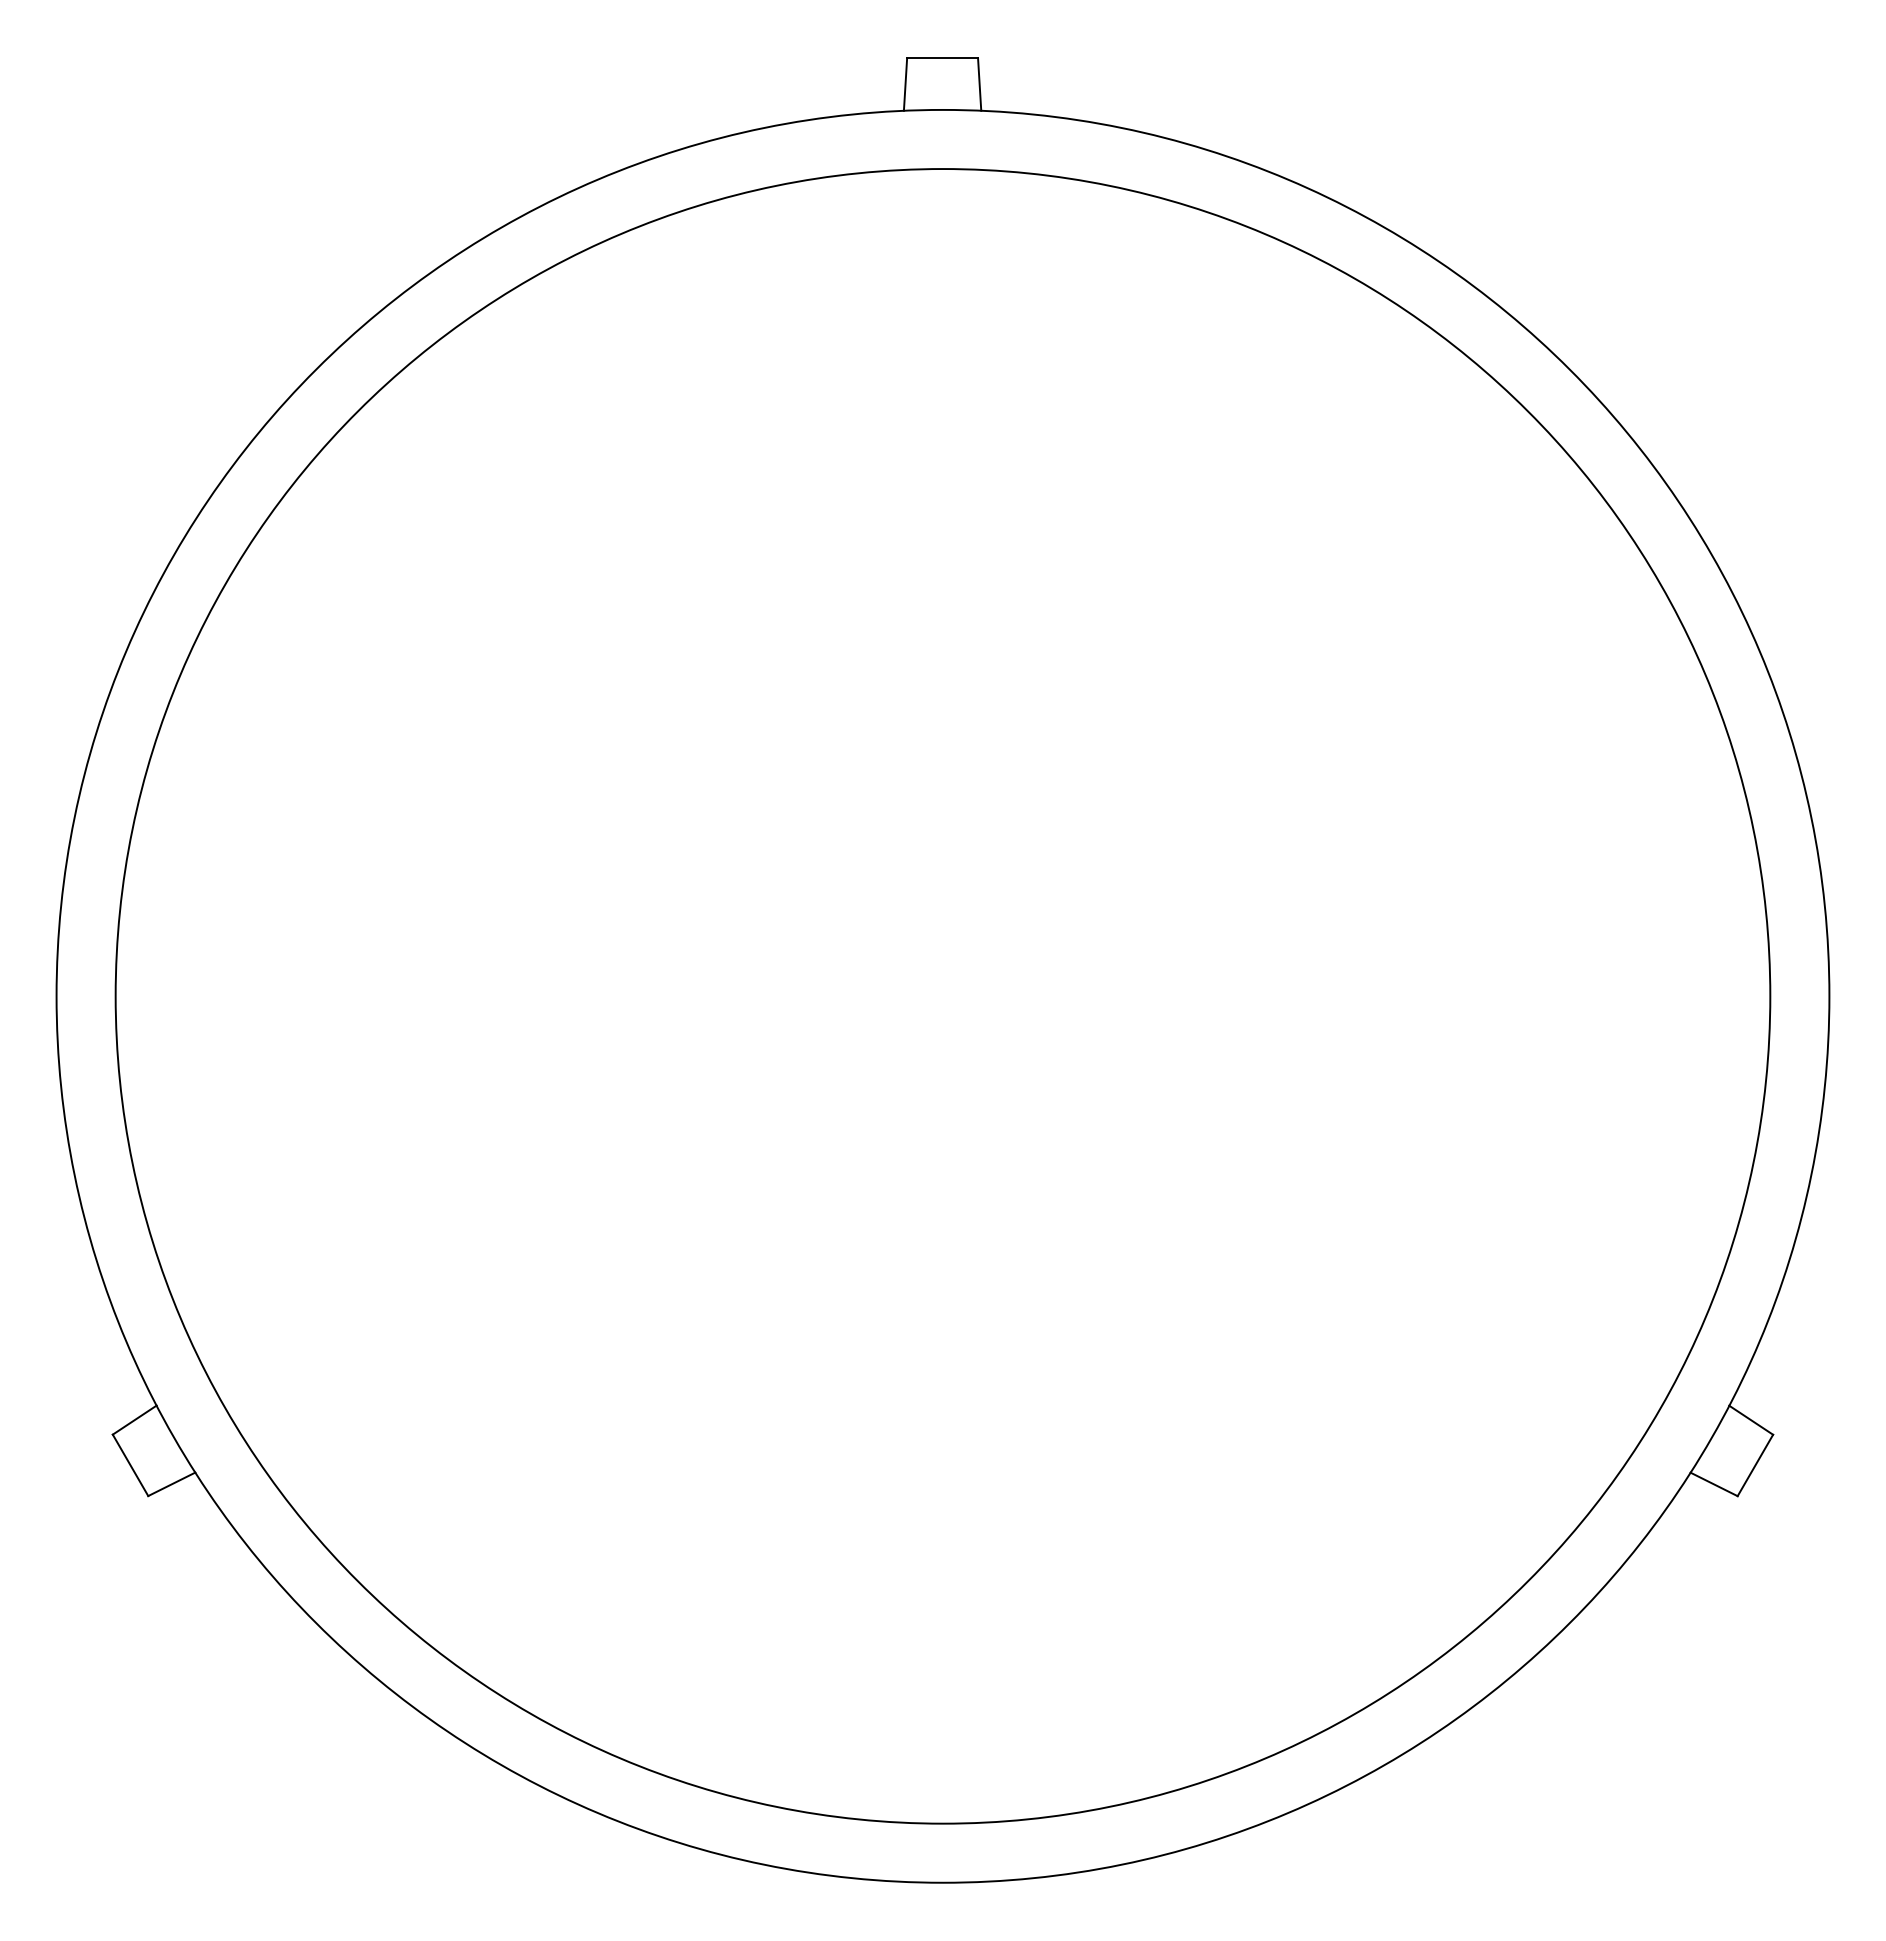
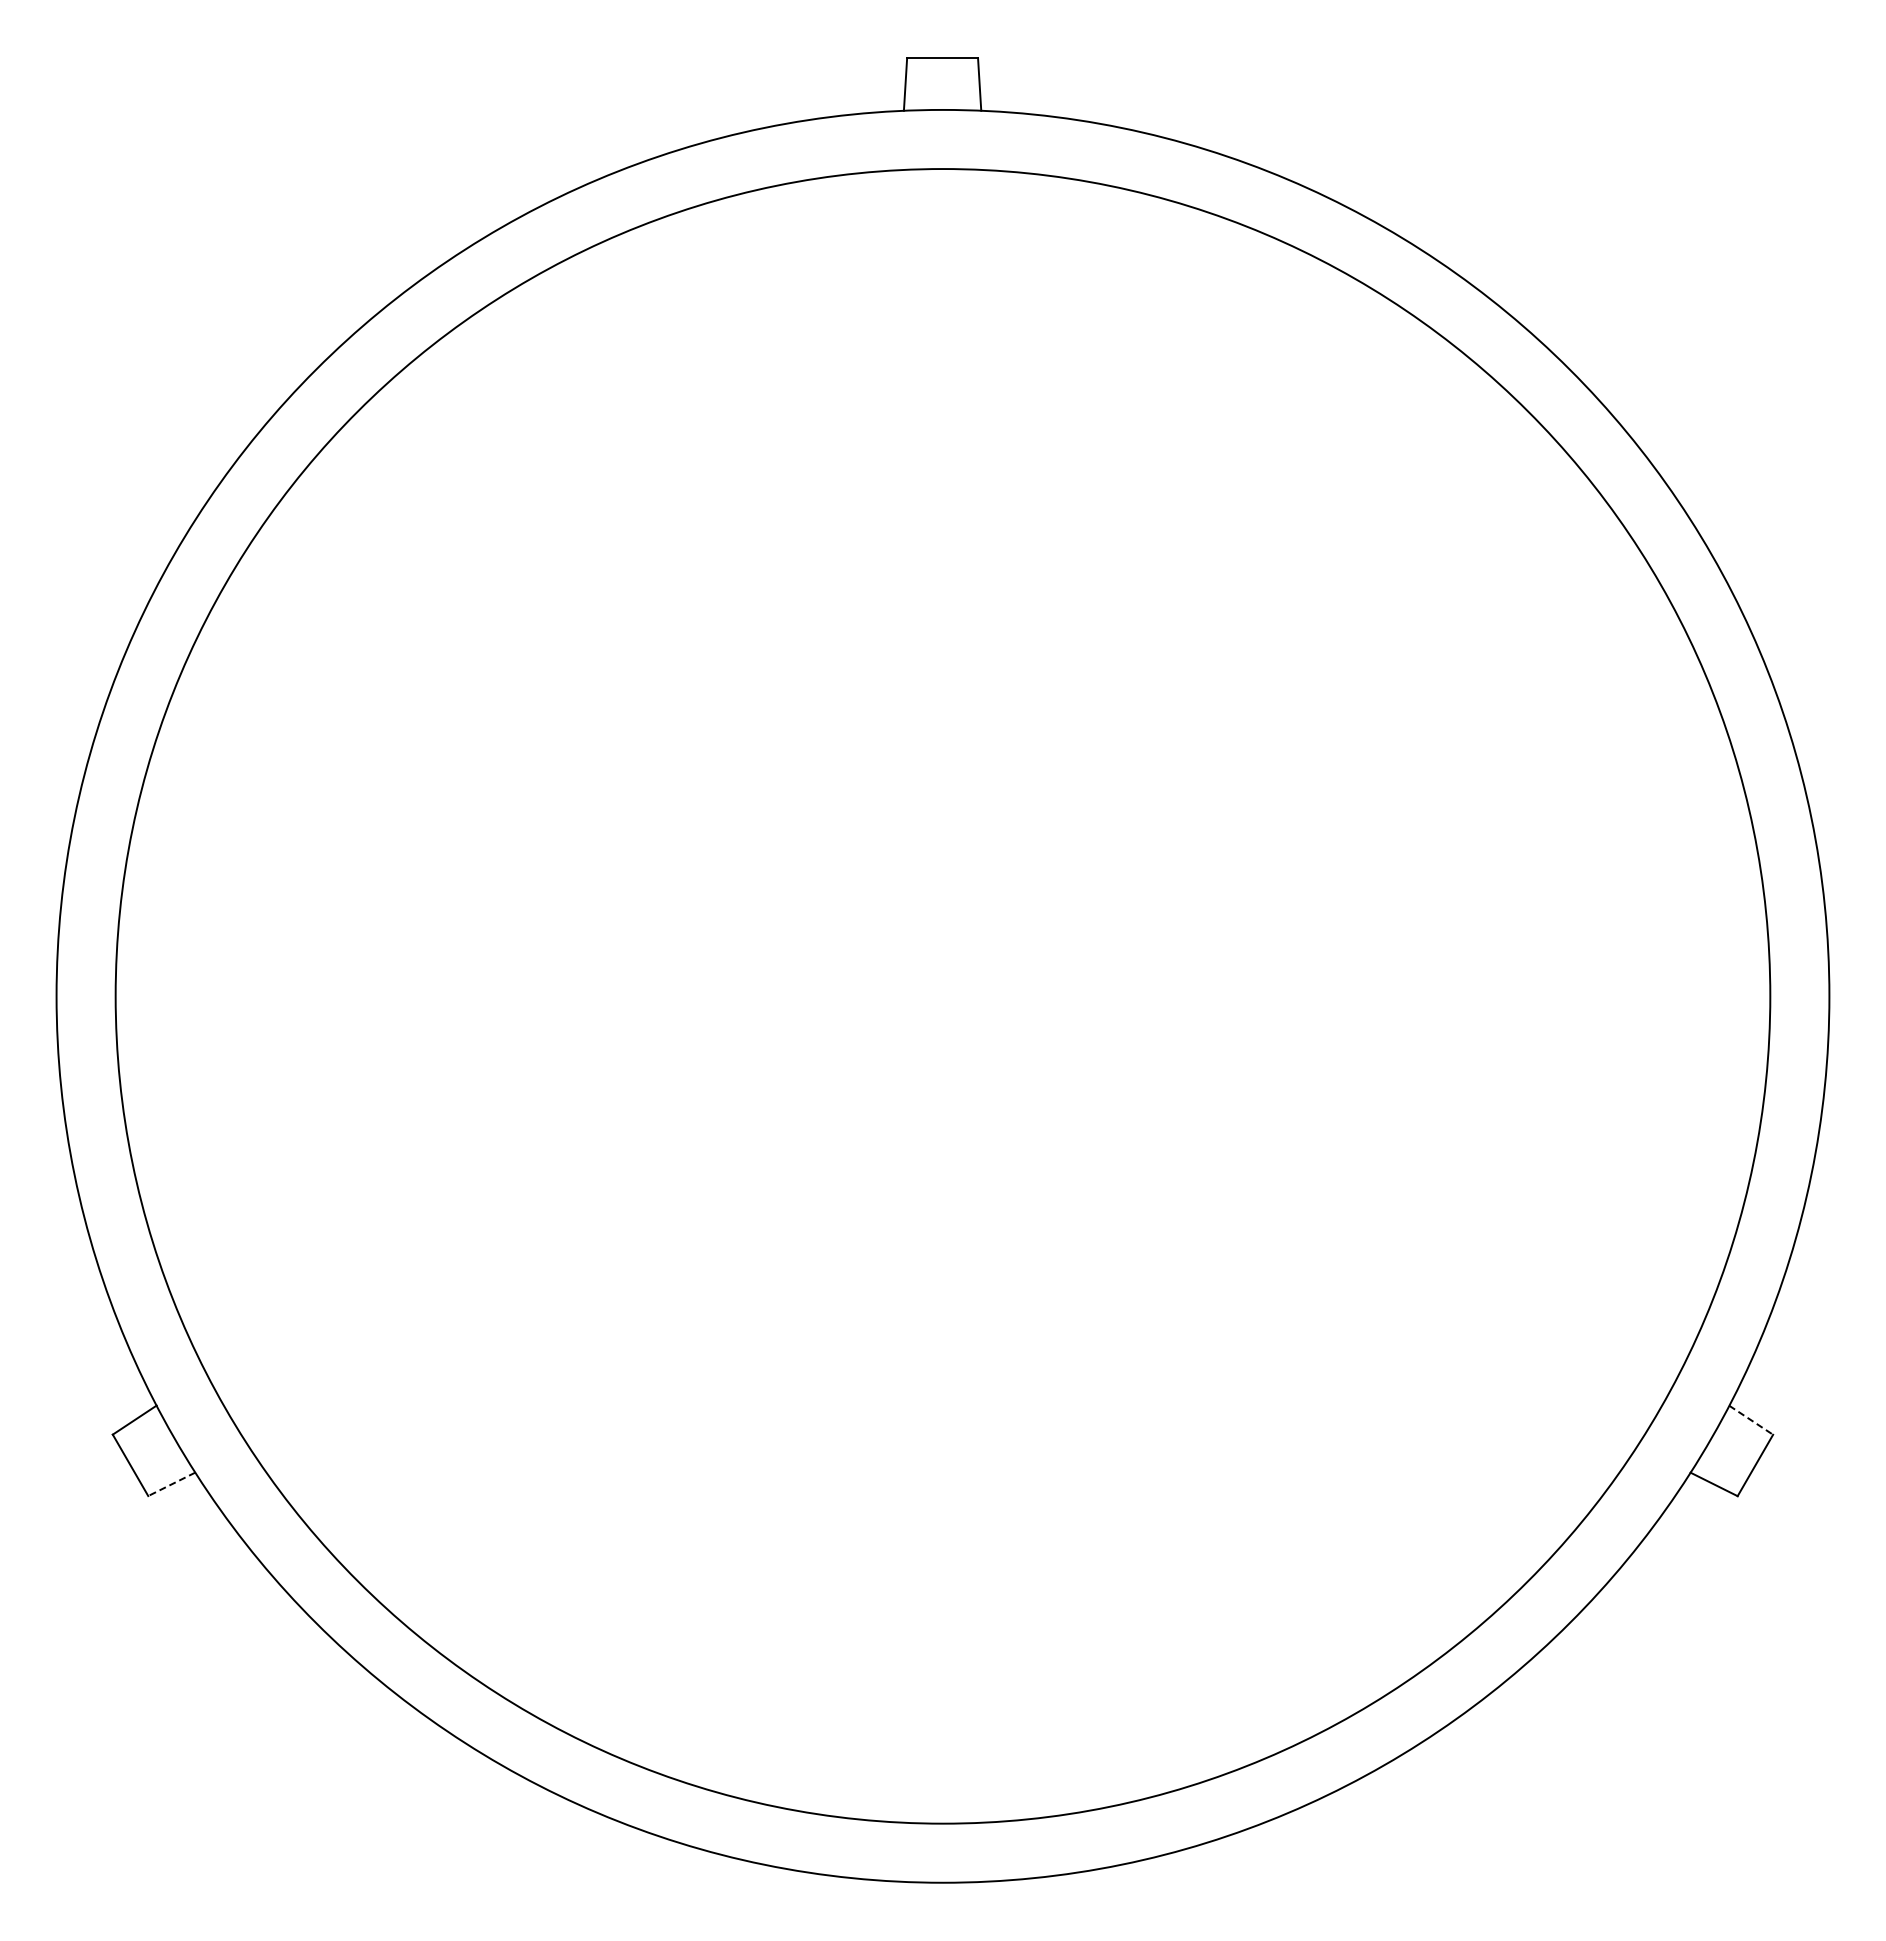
line at (1751, 1420): solid -> dashed
line at (171, 1484): solid -> dashed
